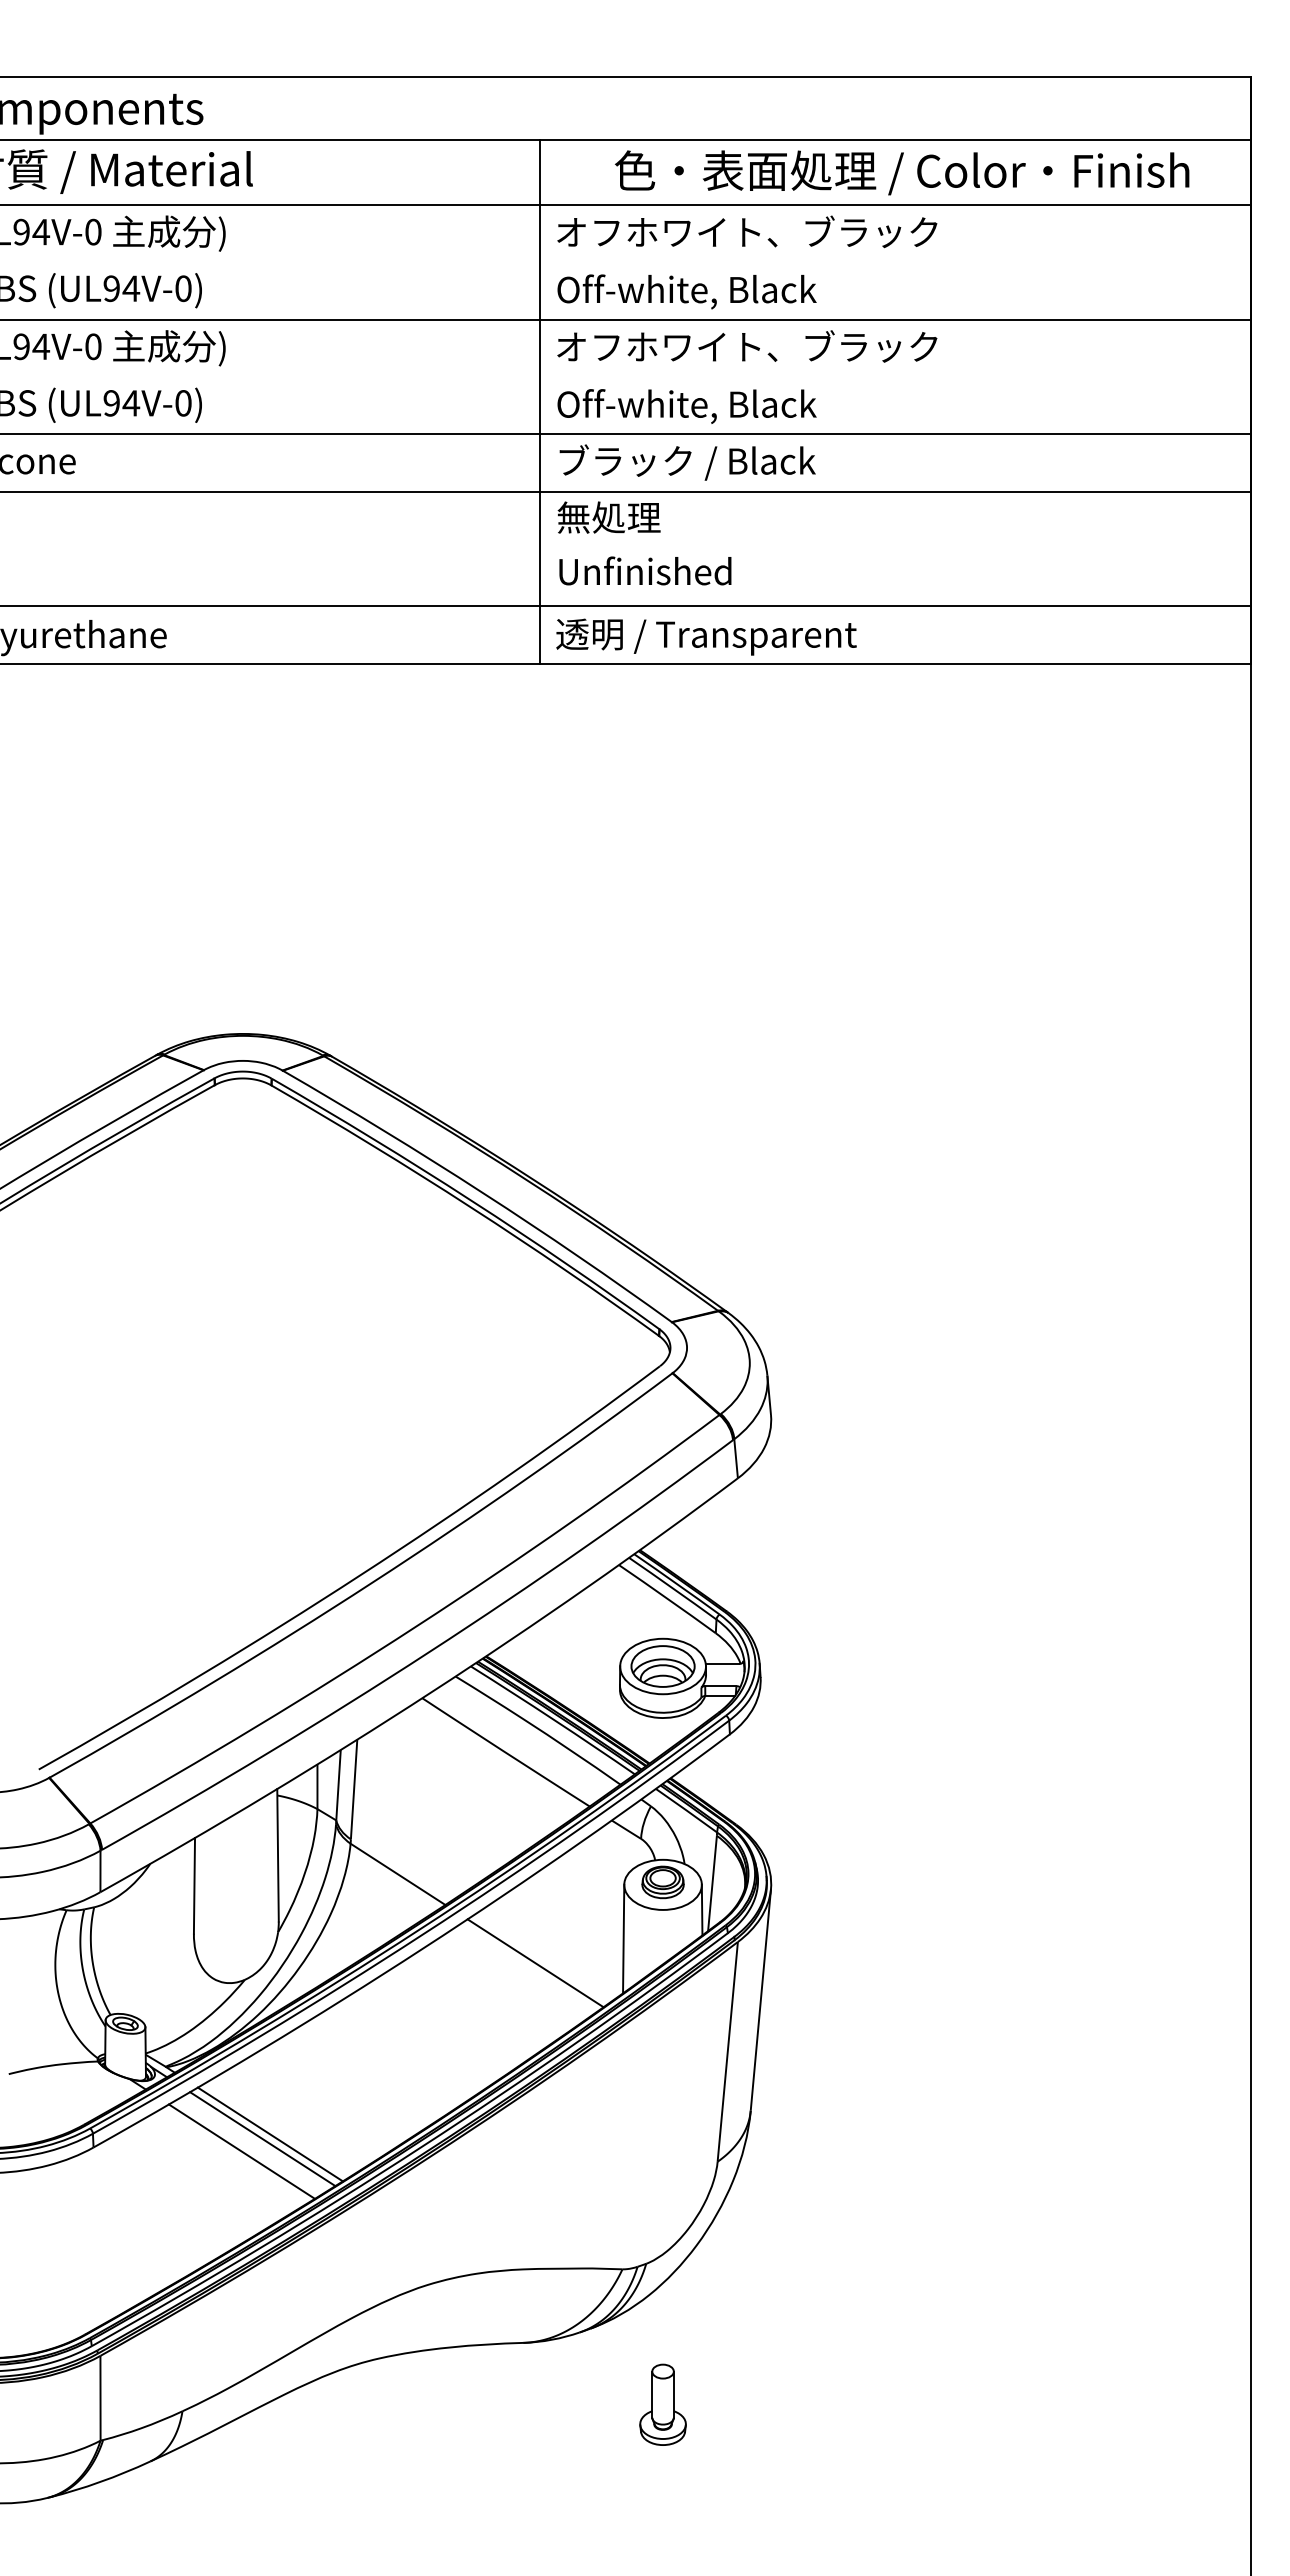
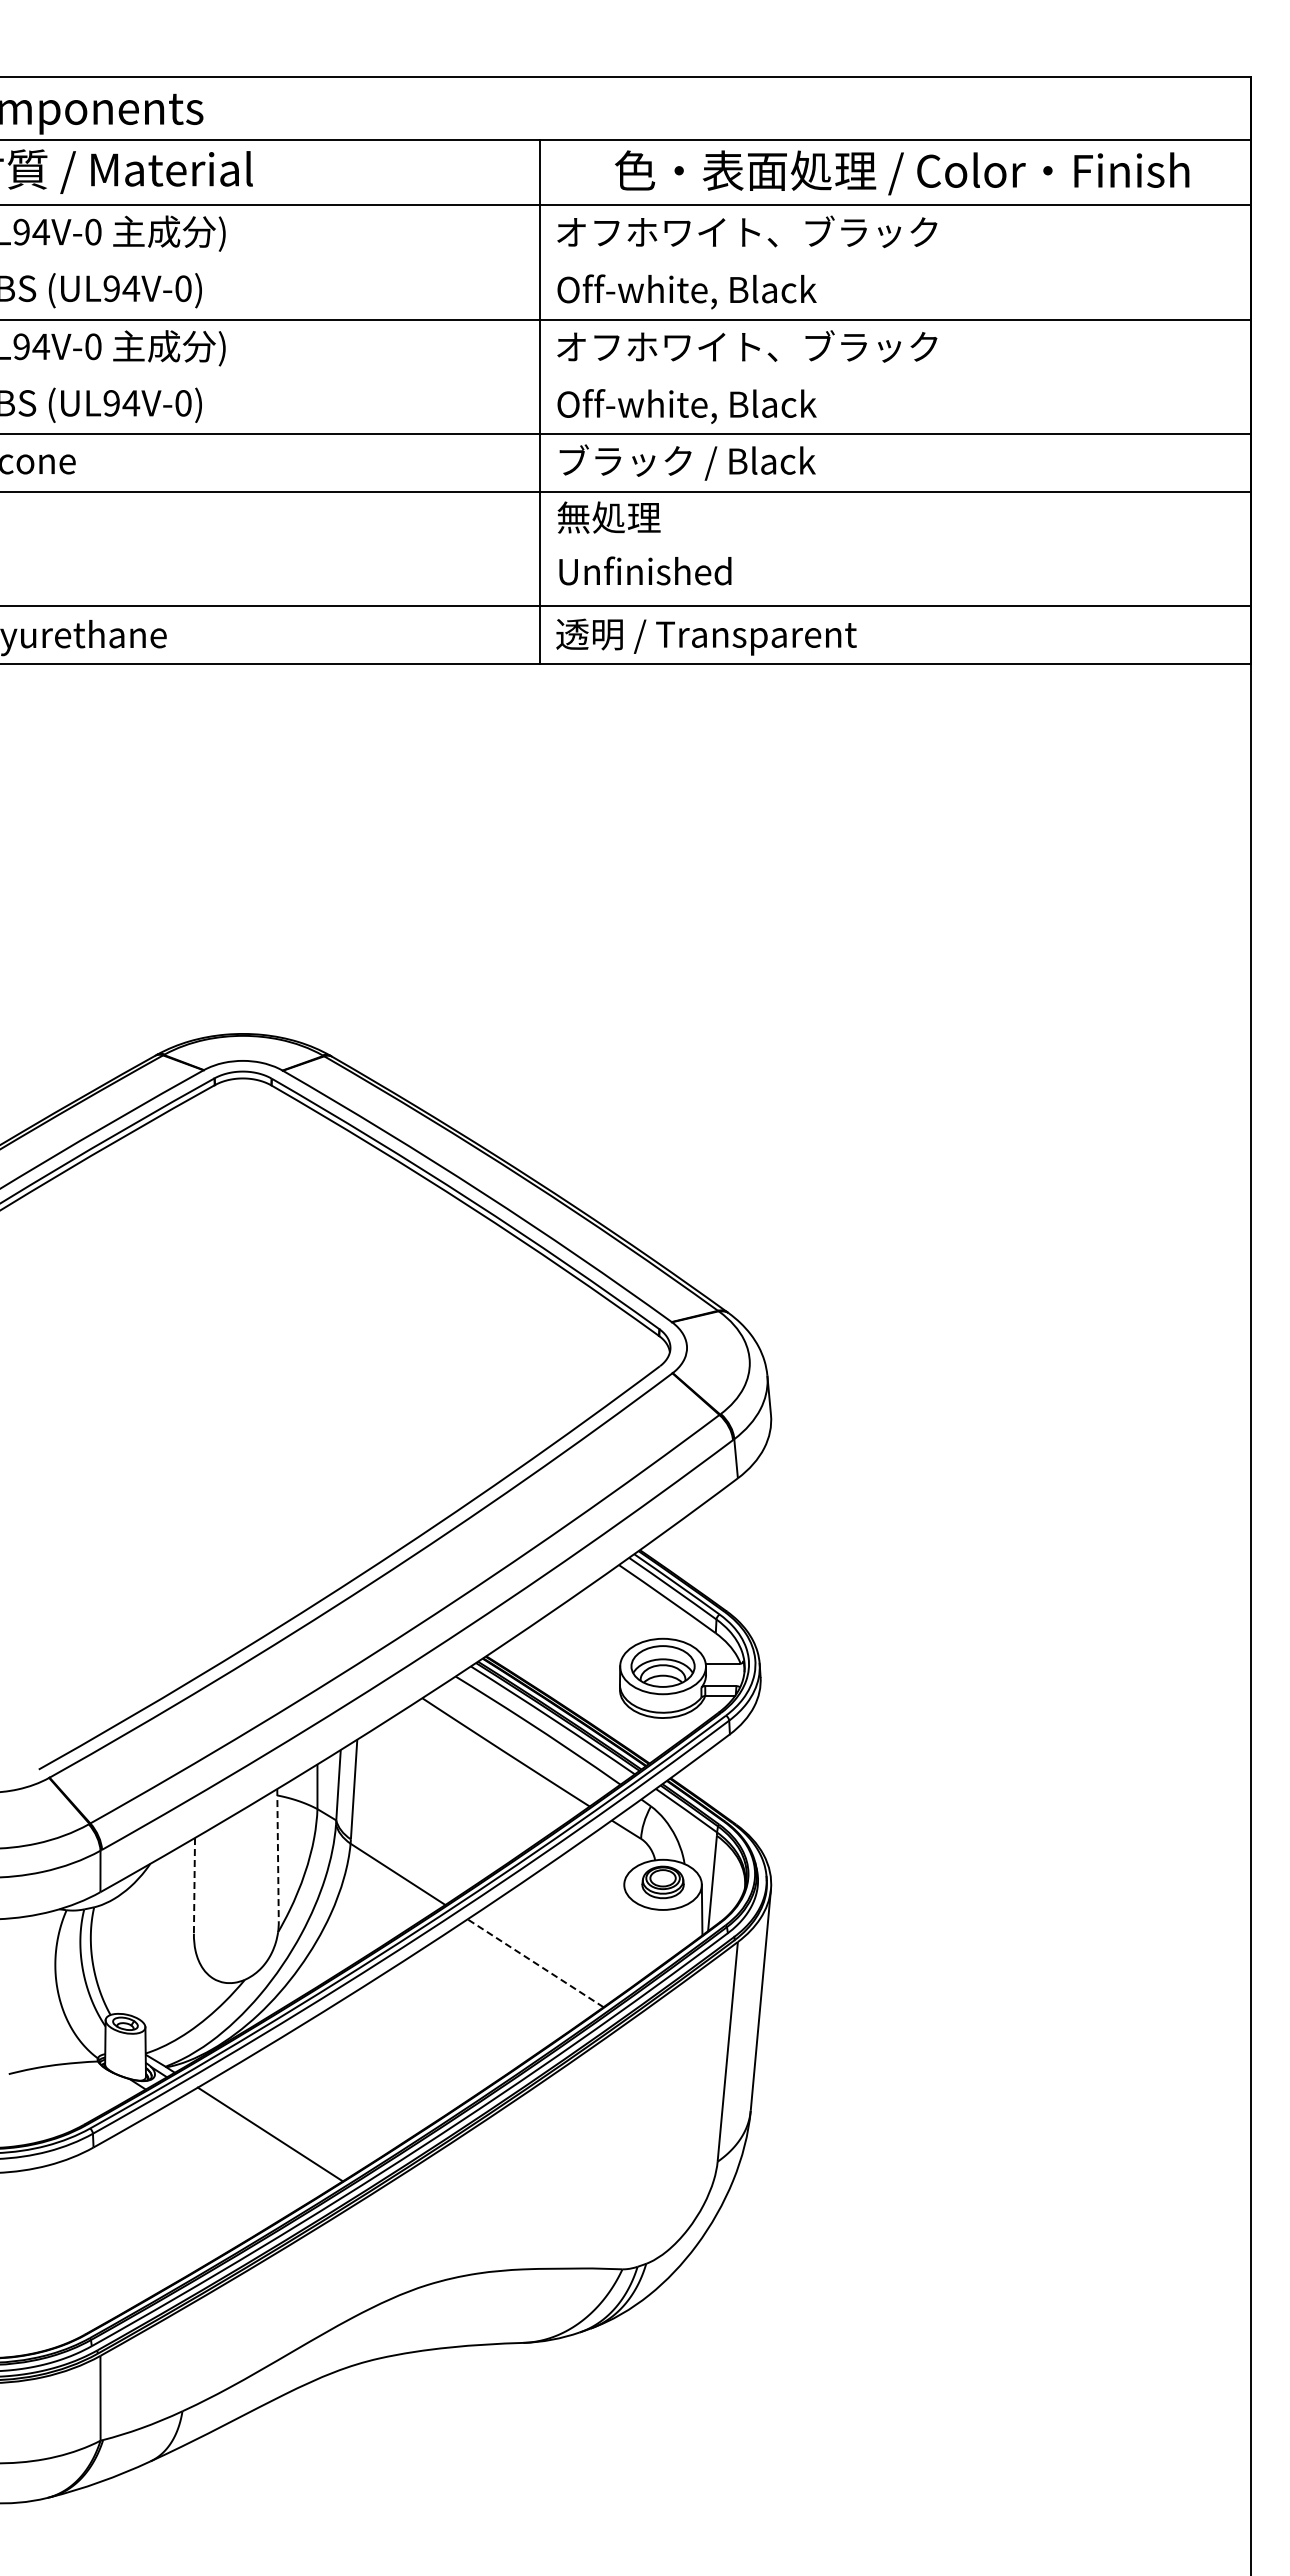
line at (278, 1855): solid -> dashed
line at (194, 1885): solid -> dashed
line at (623, 1938): present -> none
line at (535, 1963): solid -> dashed
line at (262, 2139): present -> none
line at (241, 2151): present -> none
part at (662, 2404): present -> none
